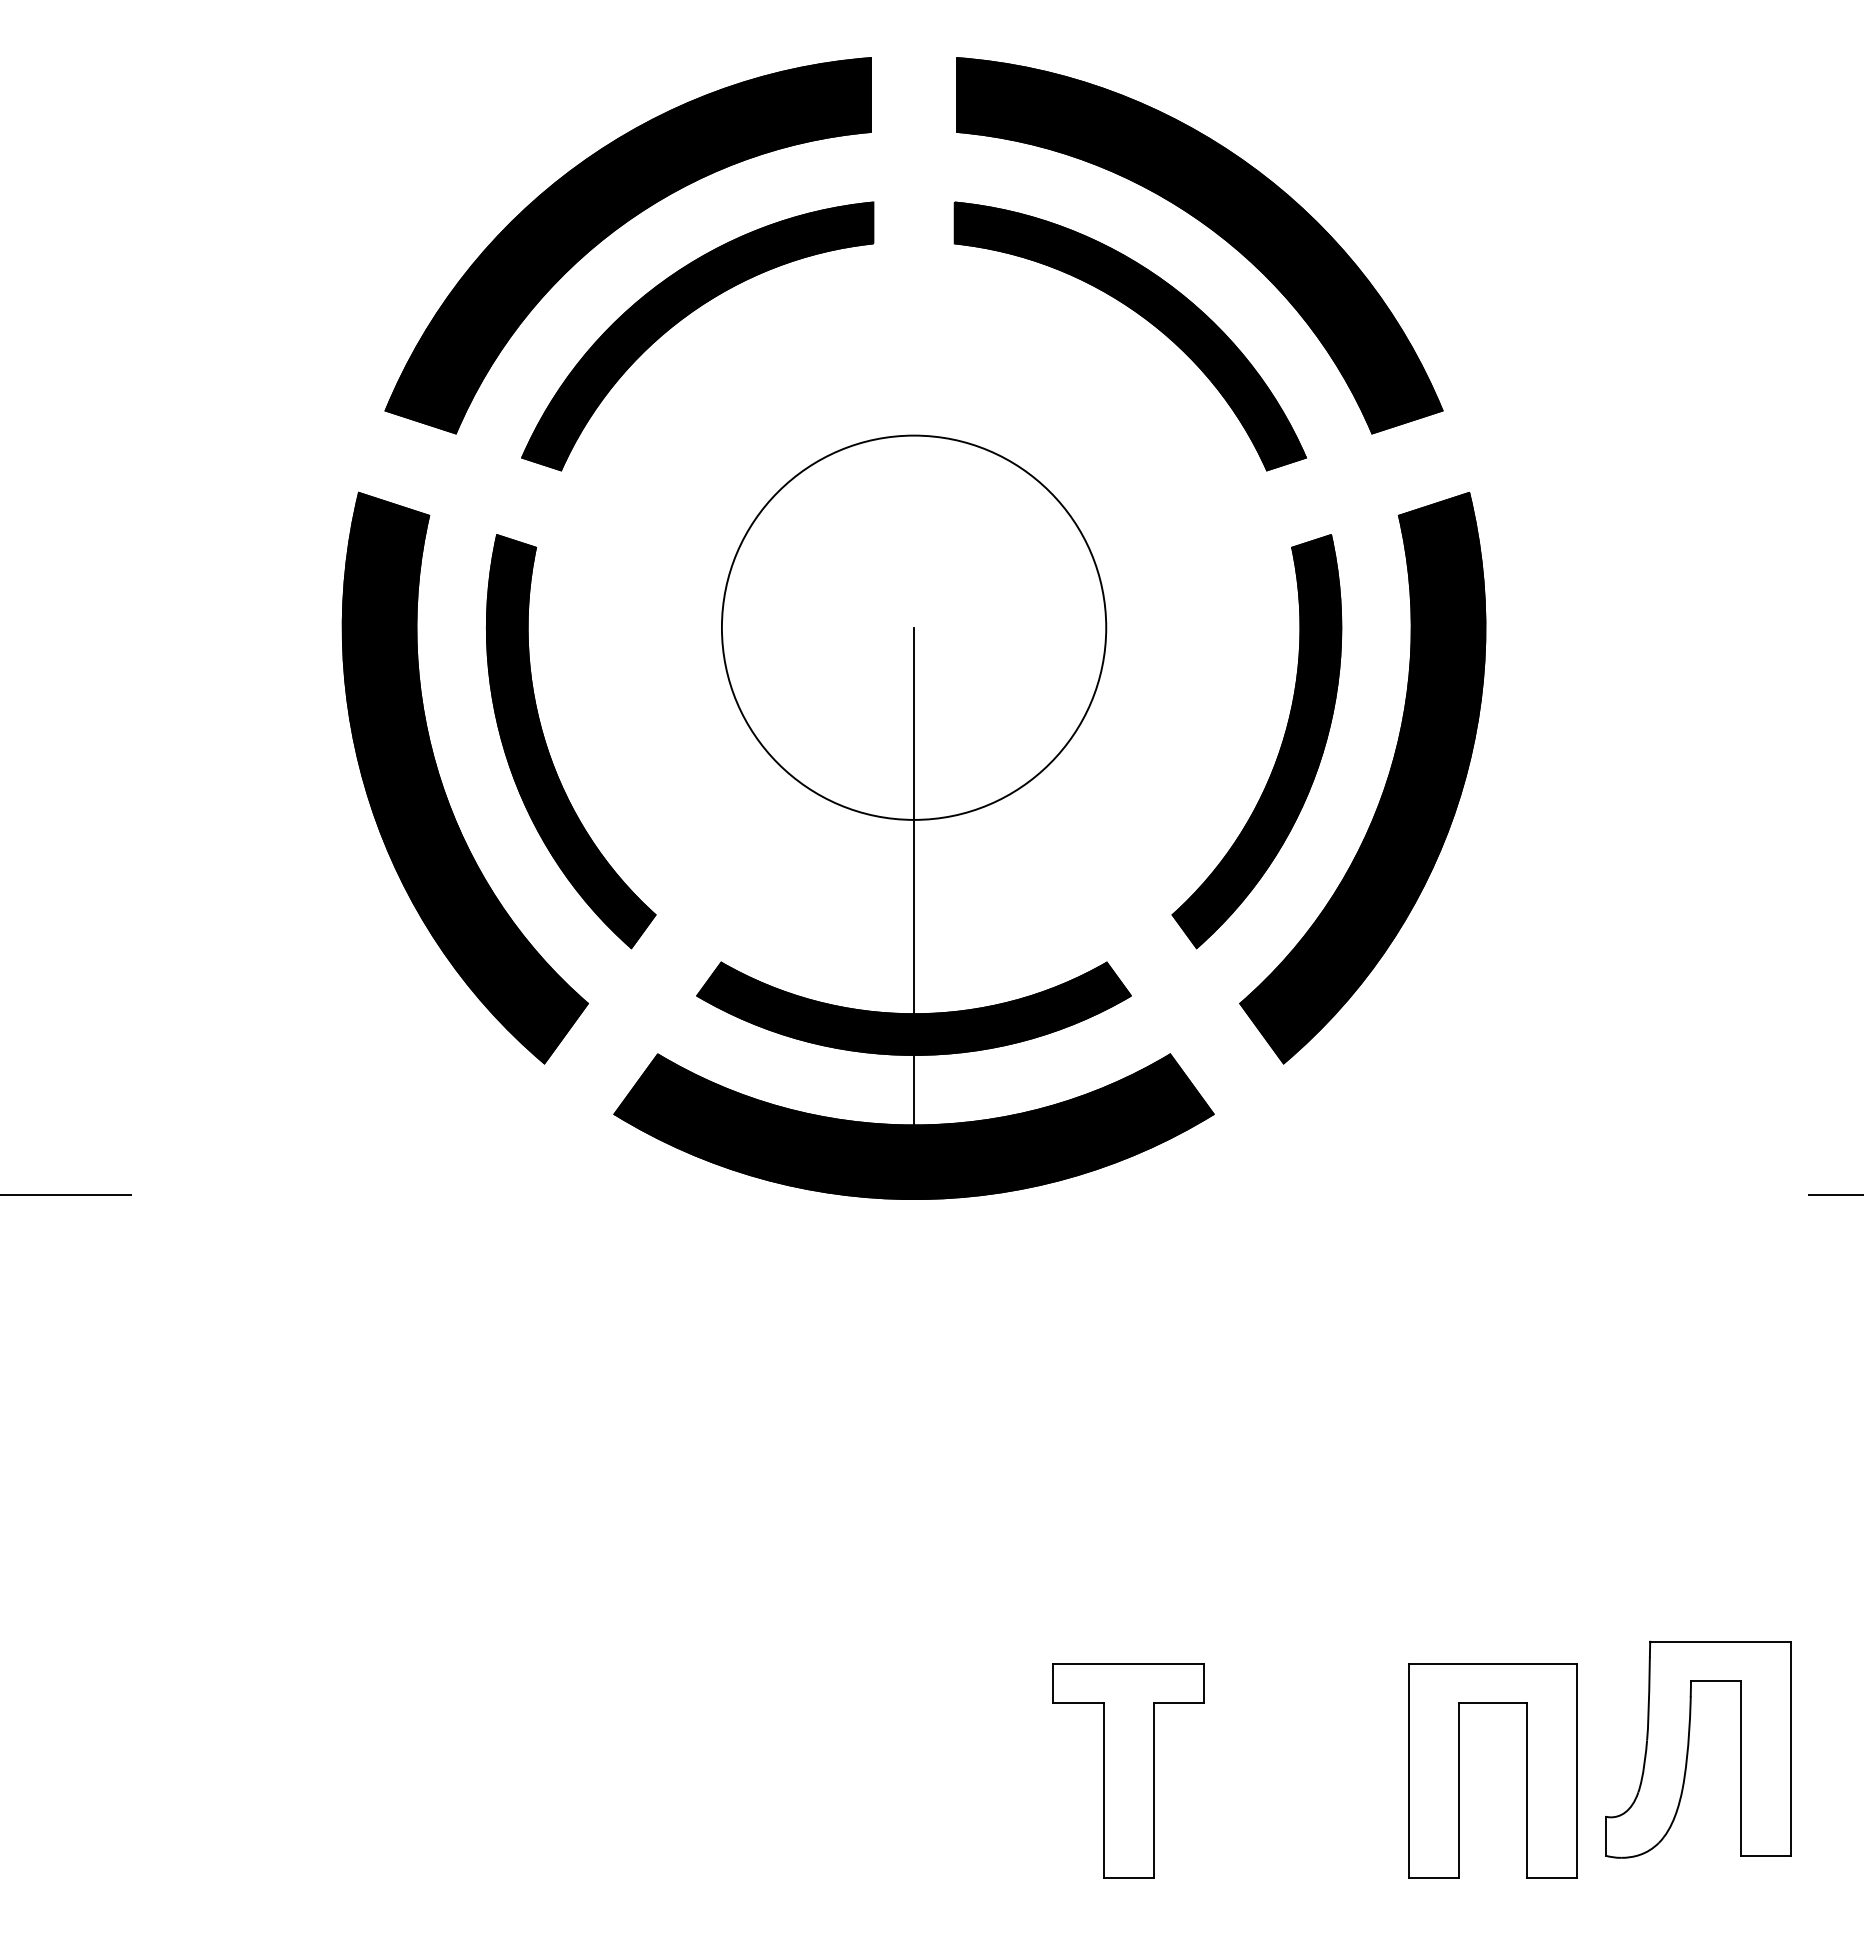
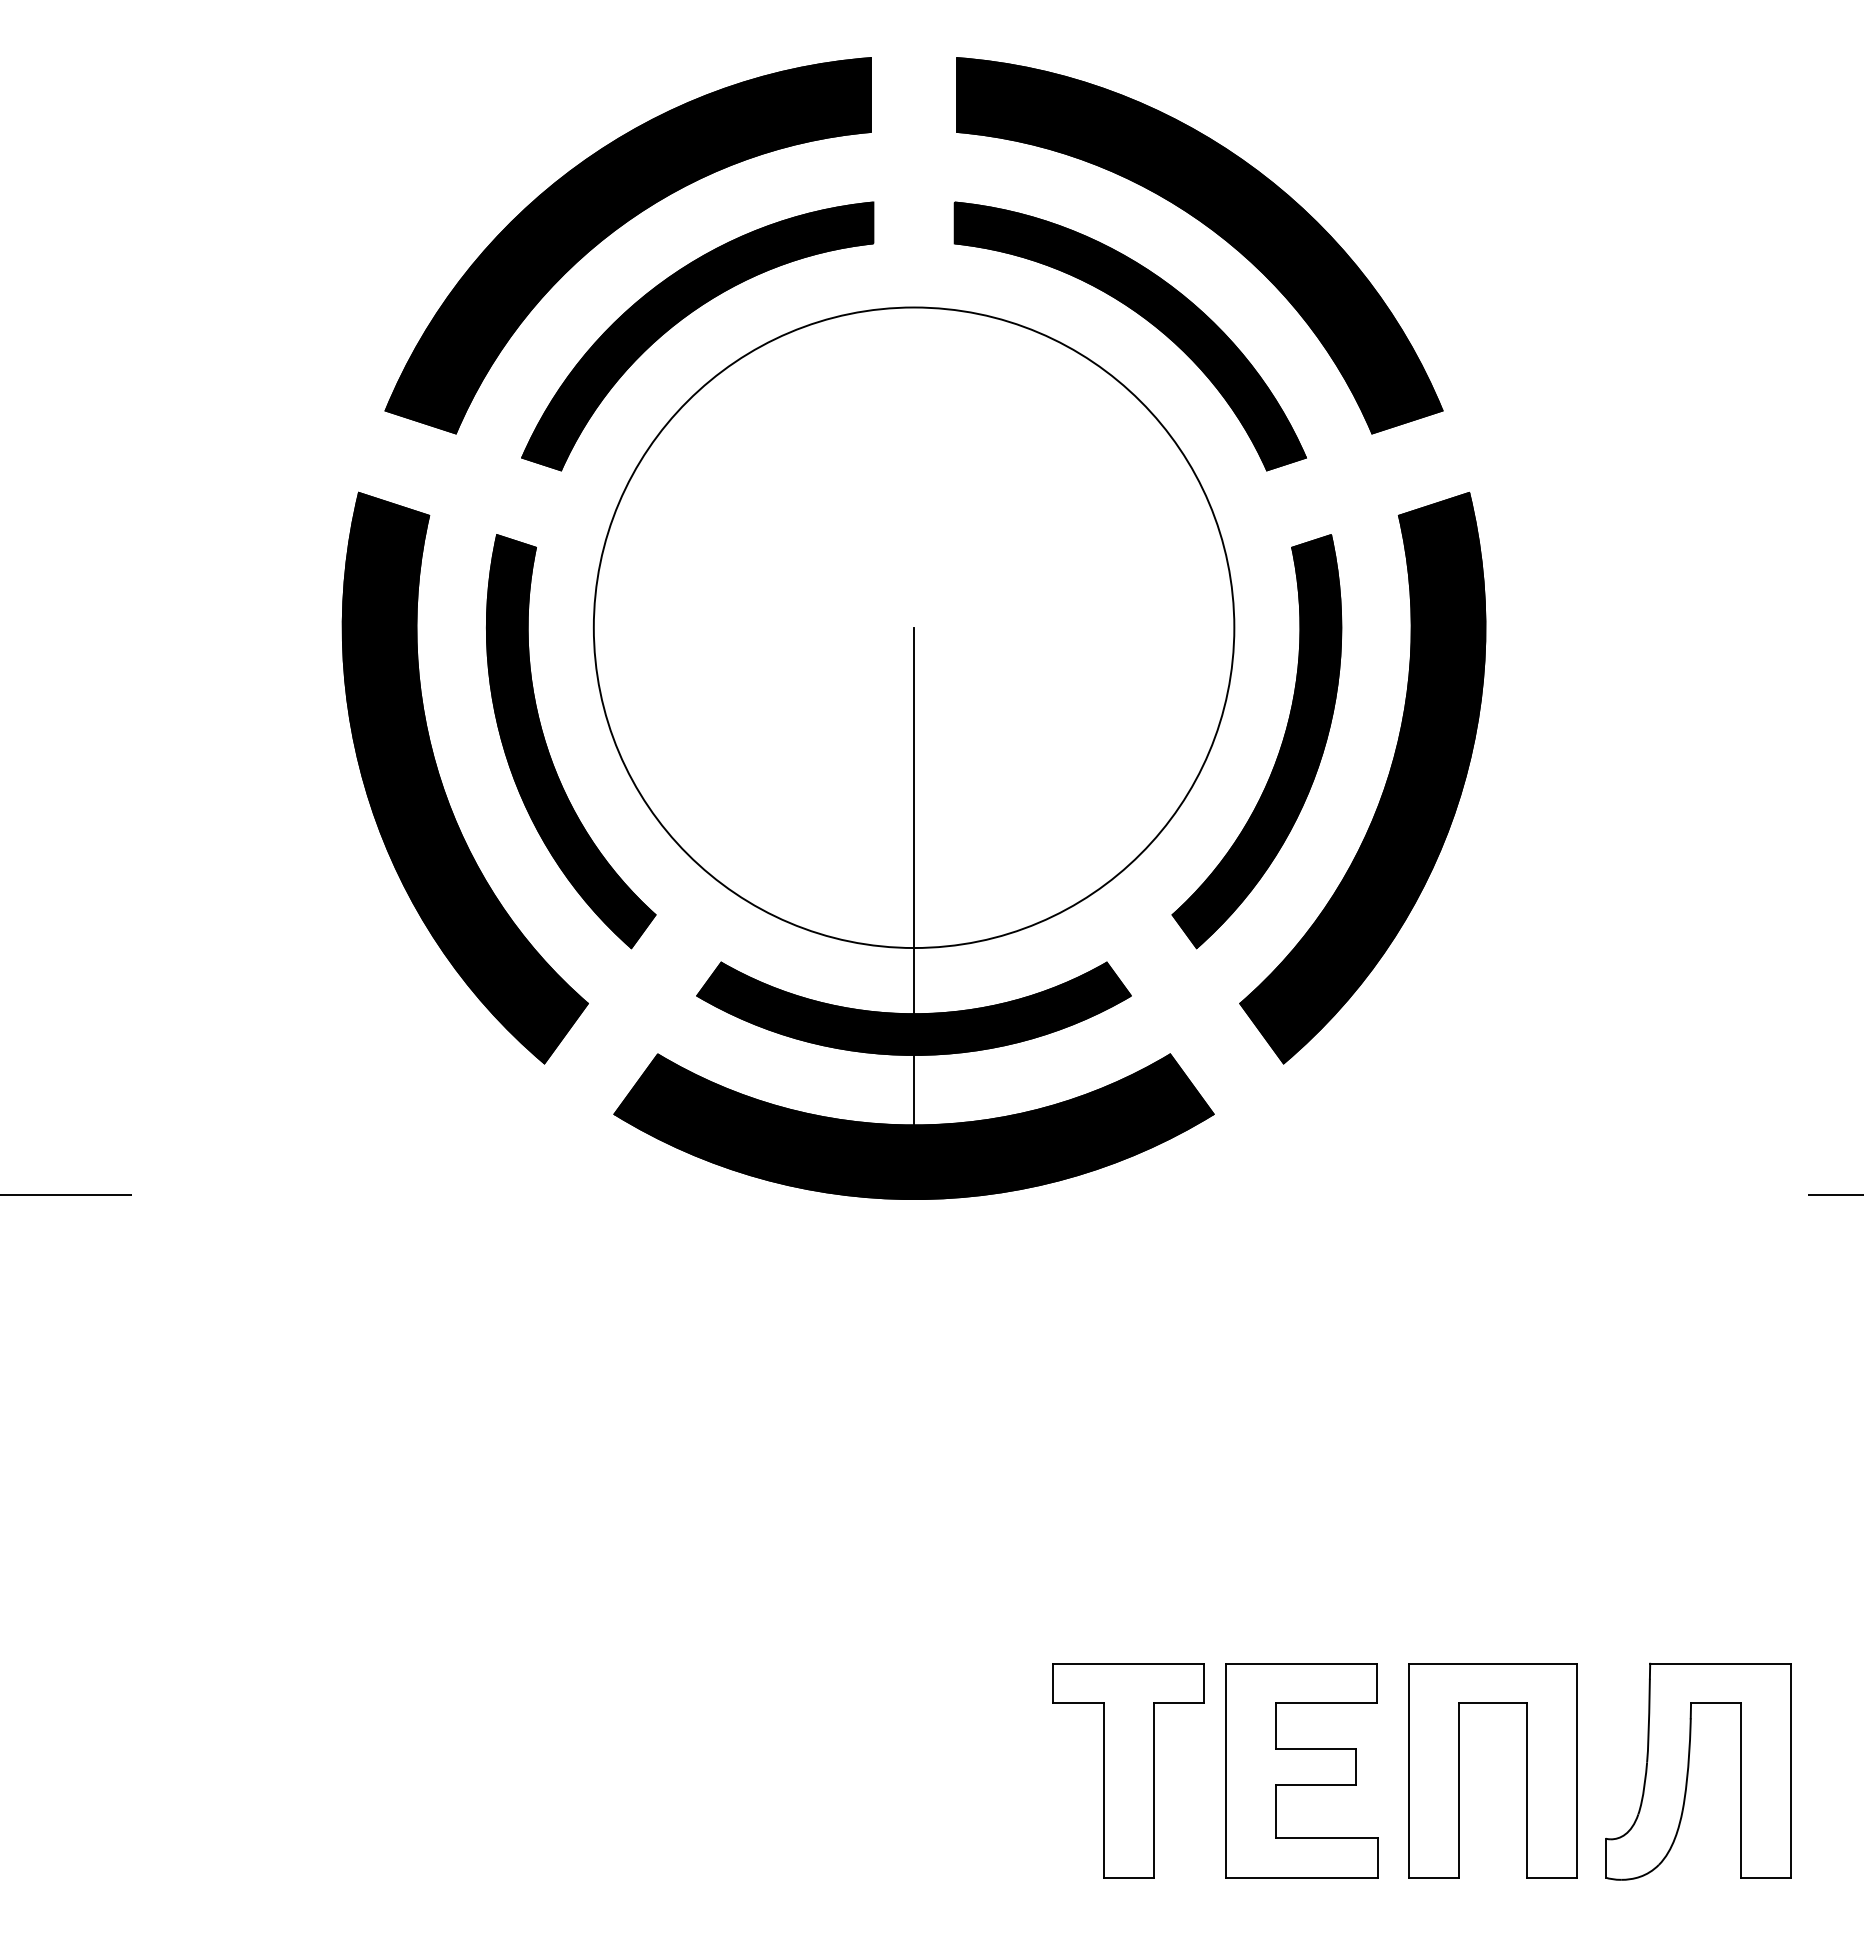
circle at (913, 627) diameter: 384 px -> 641 px
part at (1689, 1745) position: (1689, 1745) -> (1689, 1767)
part at (1301, 1770): none -> present
